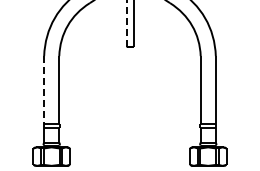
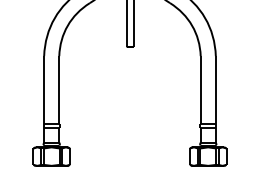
line at (126, 23): dashed -> solid
line at (44, 89): dashed -> solid
